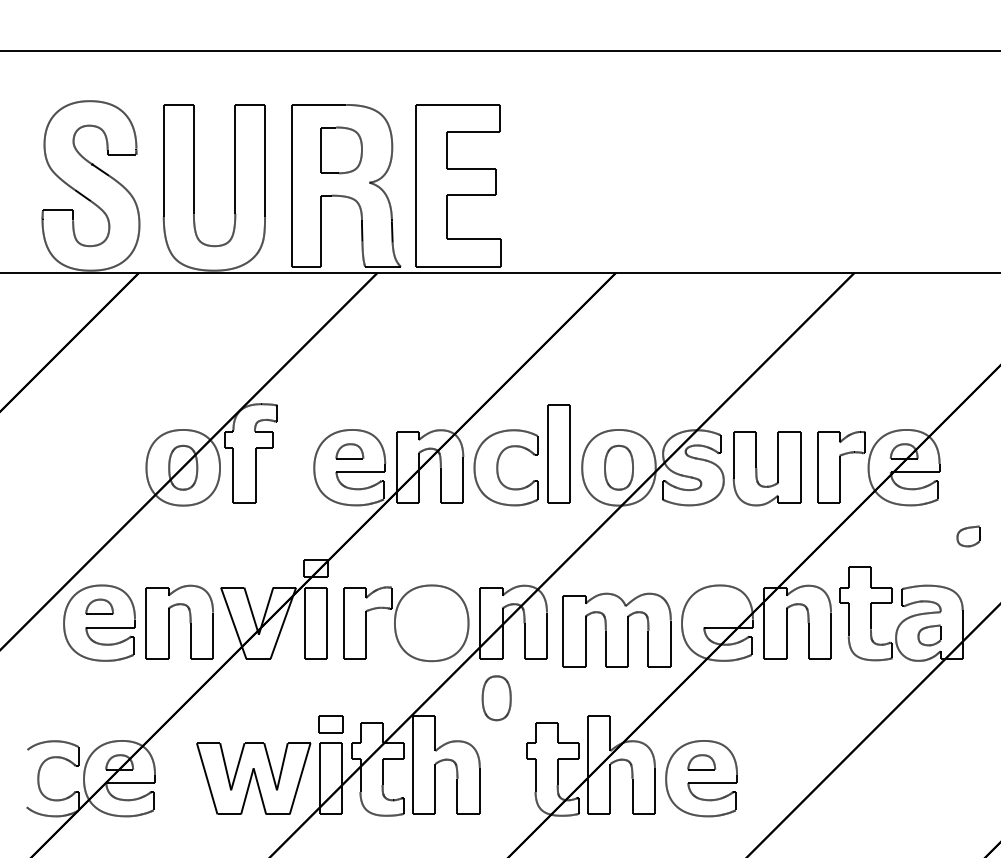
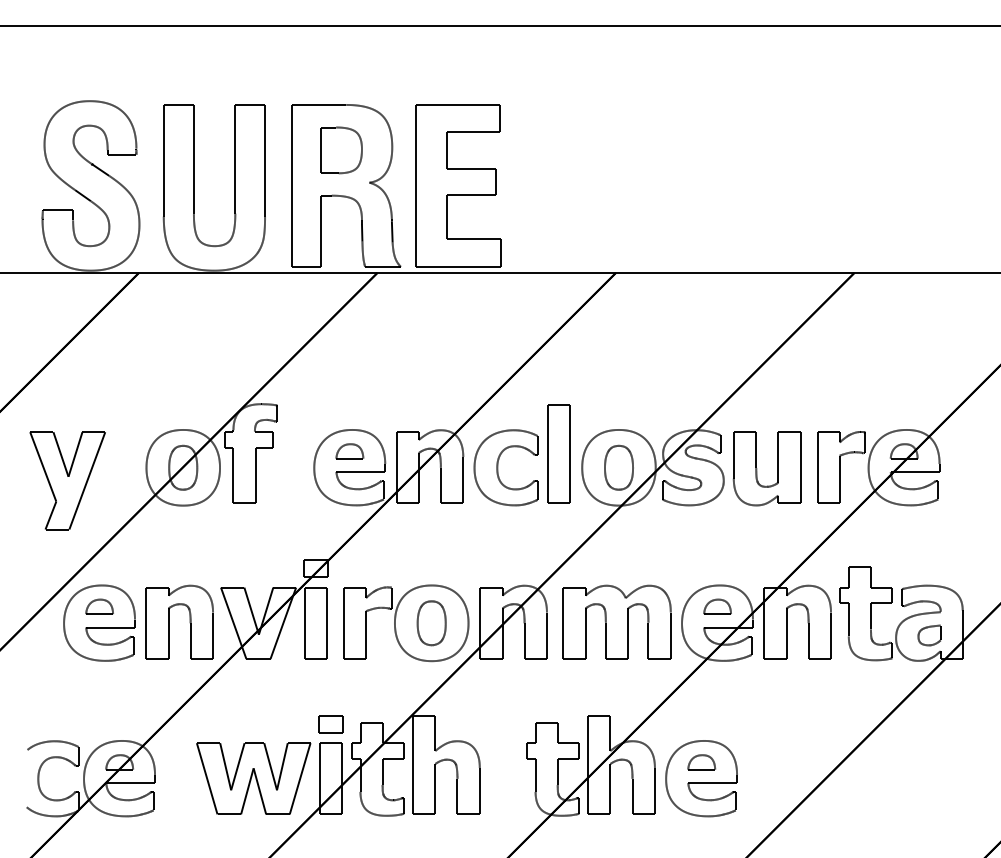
line at (499, 50) position: (499, 50) -> (499, 25)
part at (67, 480): none -> present
part at (968, 536): present -> none
part at (717, 606): none -> present
part at (616, 629) position: (616, 629) -> (616, 621)
part at (496, 698) position: (496, 698) -> (431, 623)
